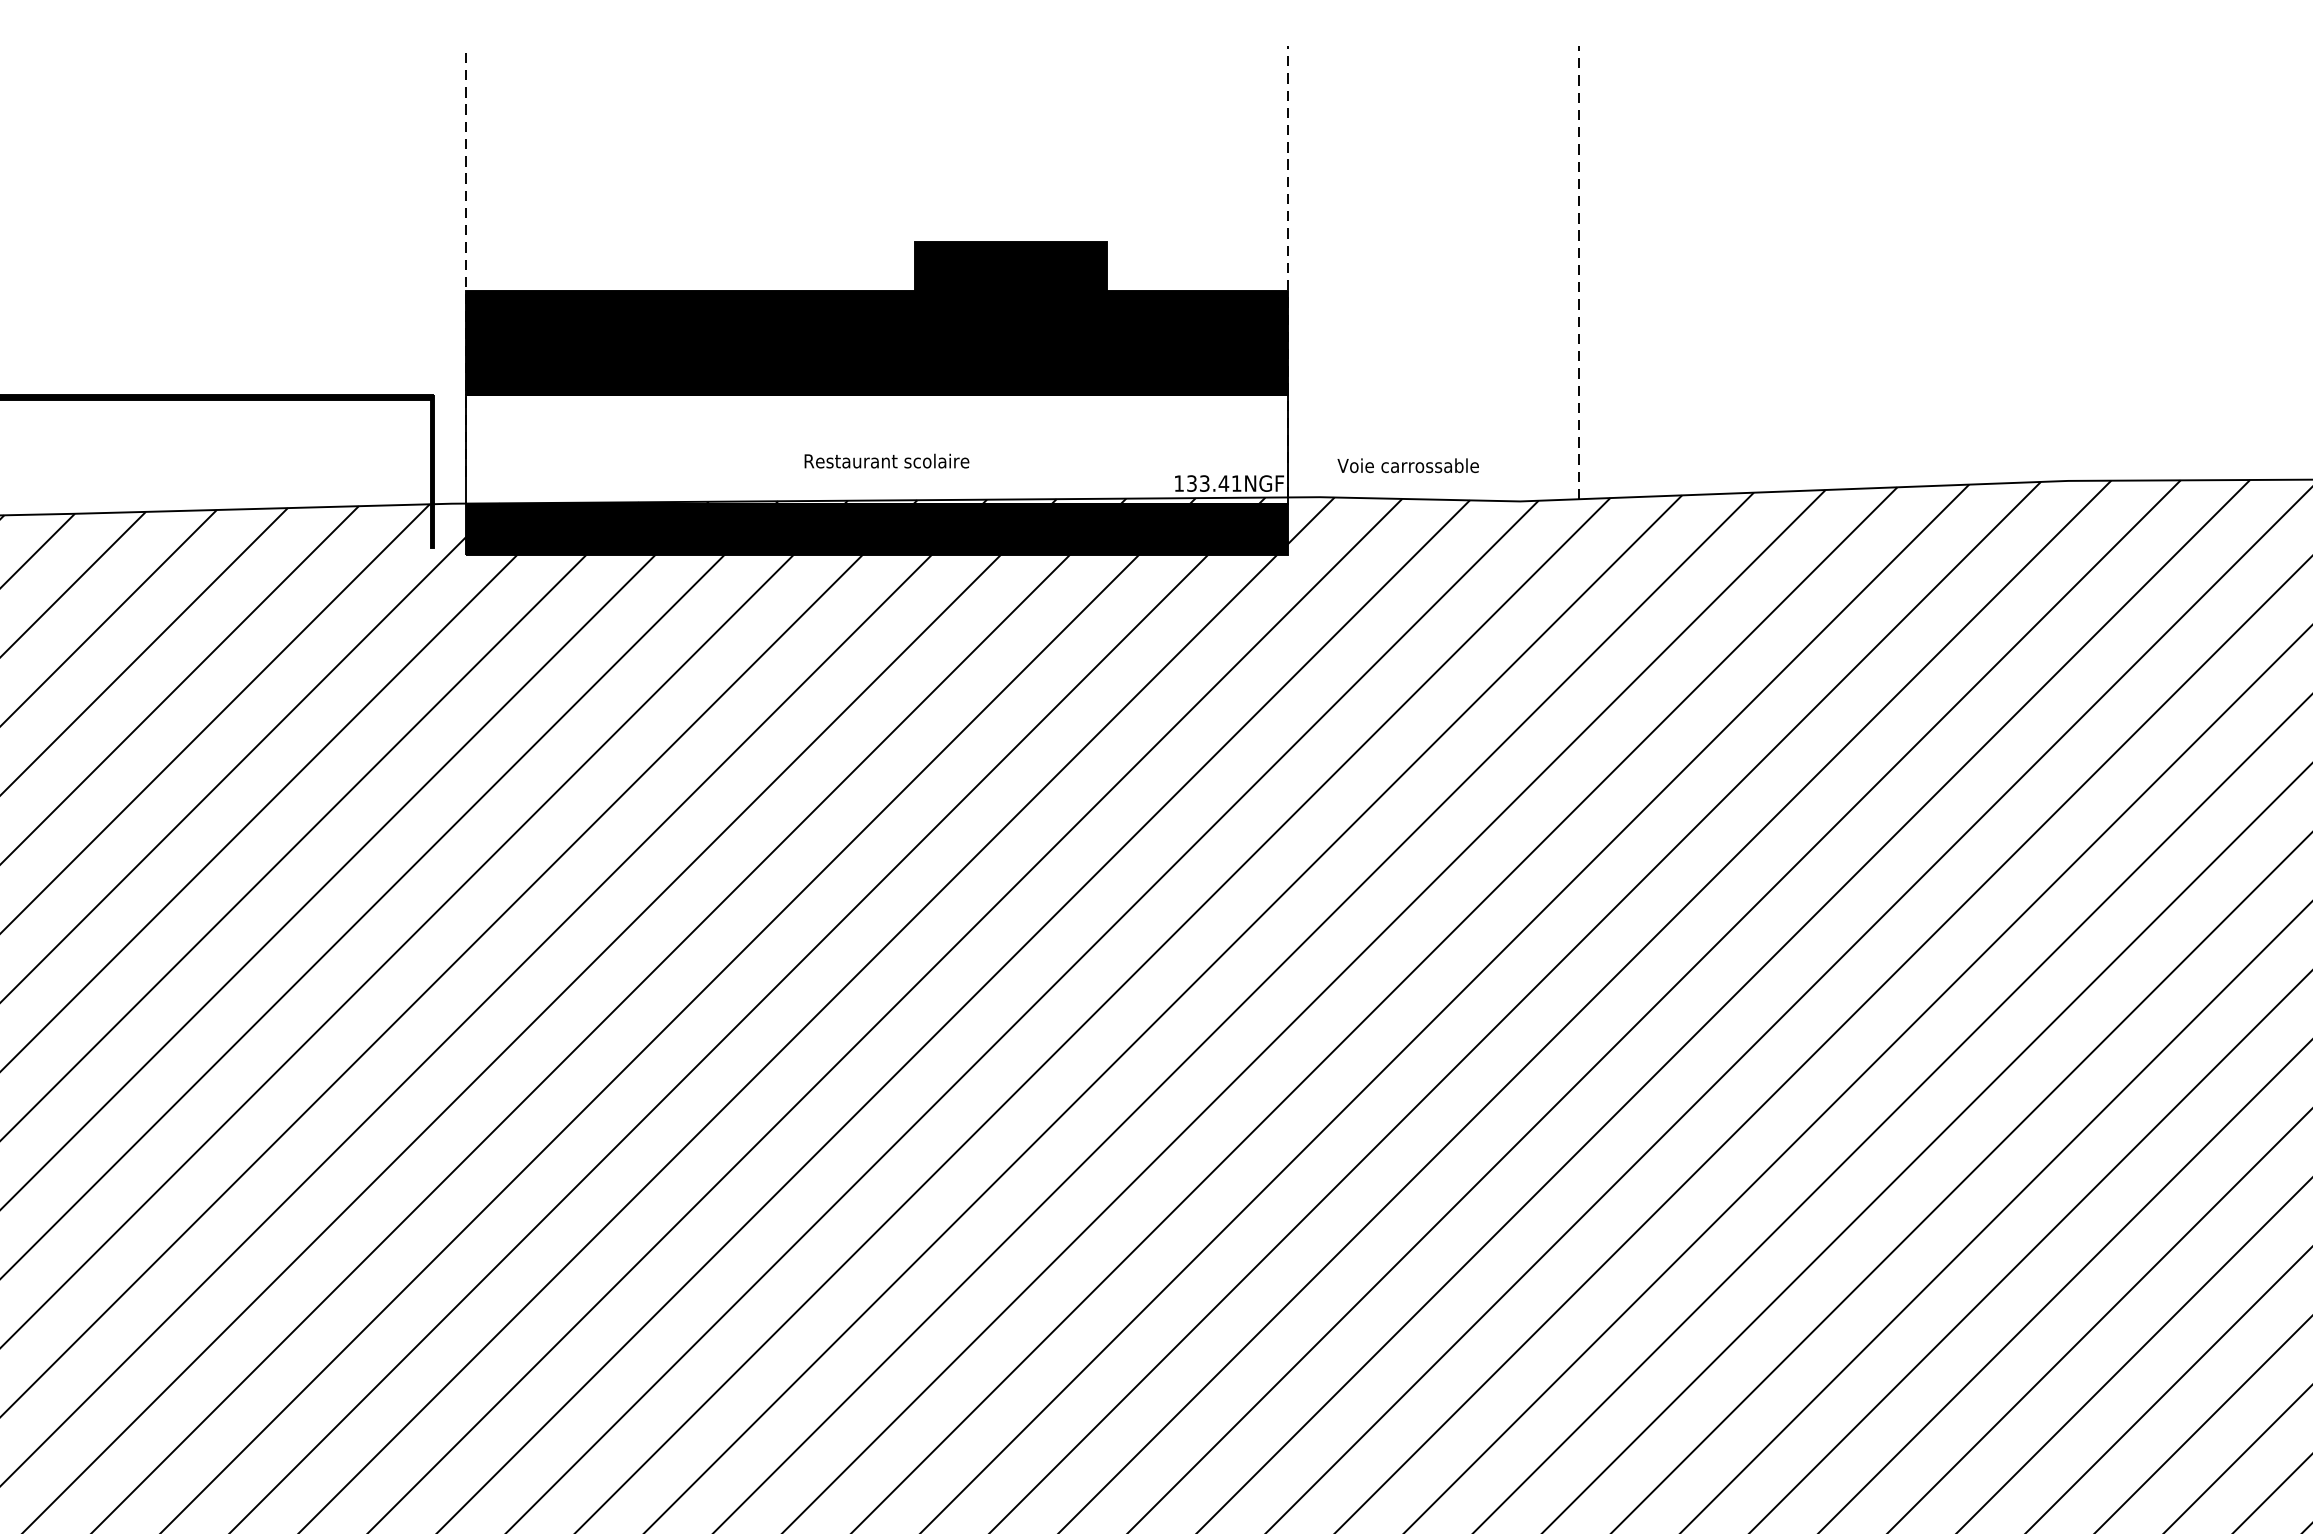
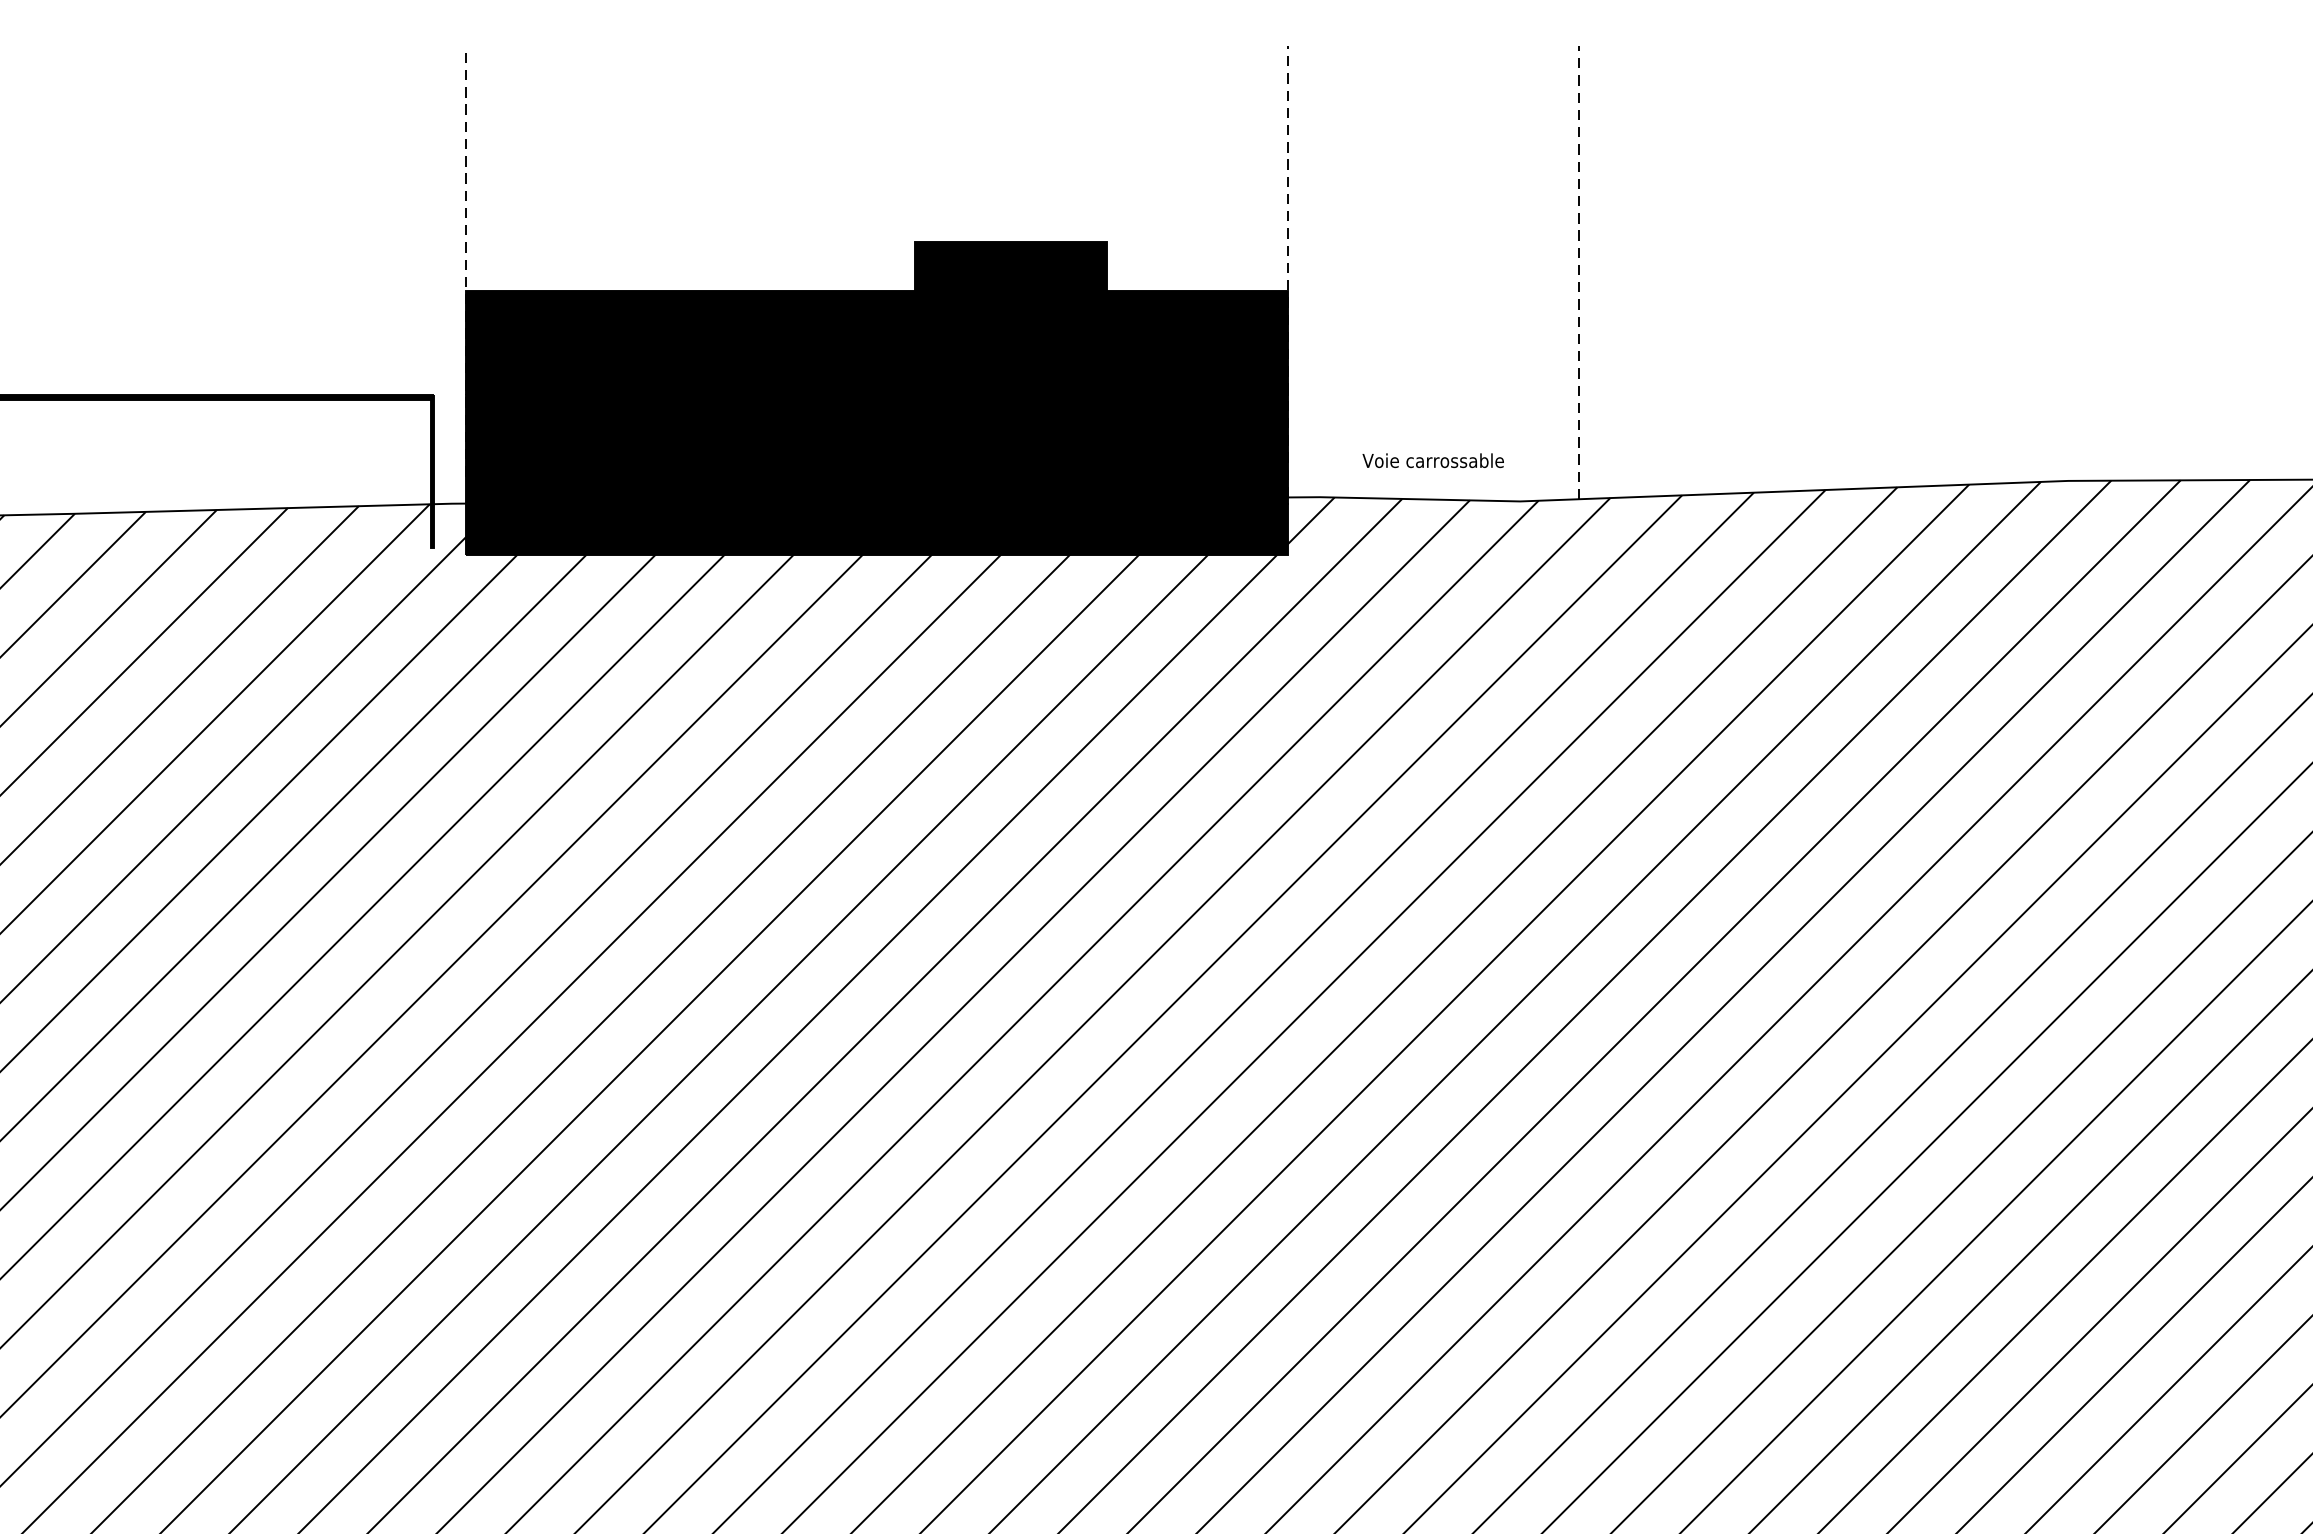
fill at (876, 449): none -> present
text at (1407, 465) position: (1407, 465) -> (1432, 460)
